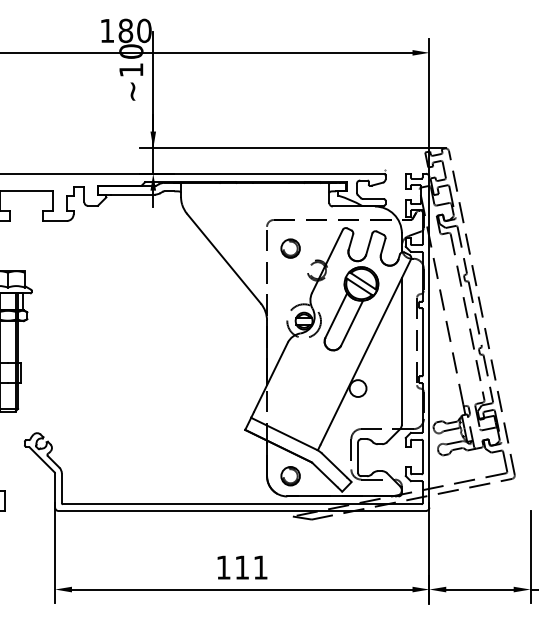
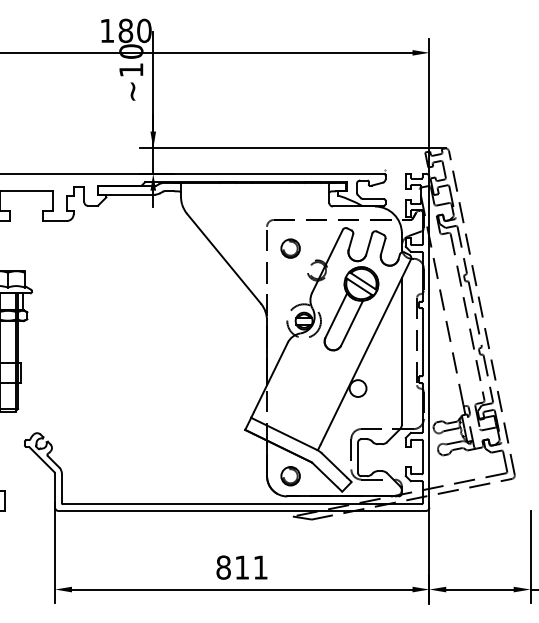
text at (223, 567): 111 -> 811
